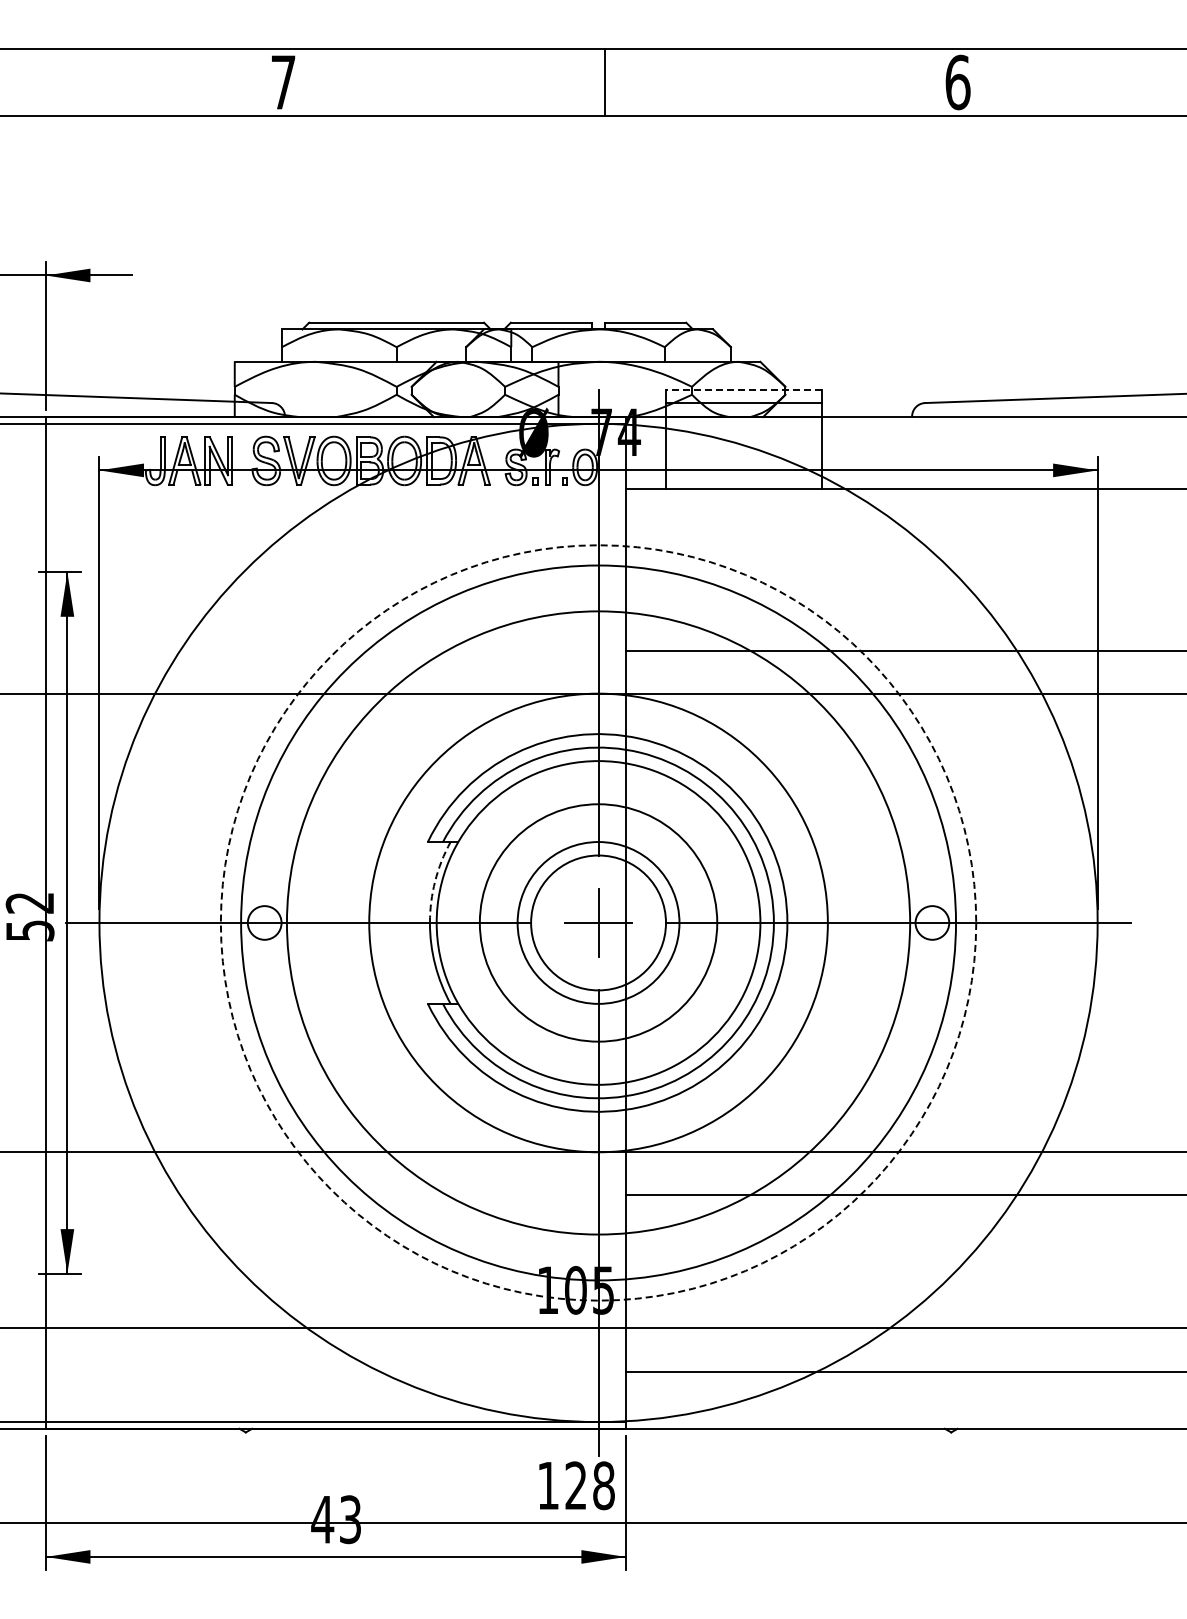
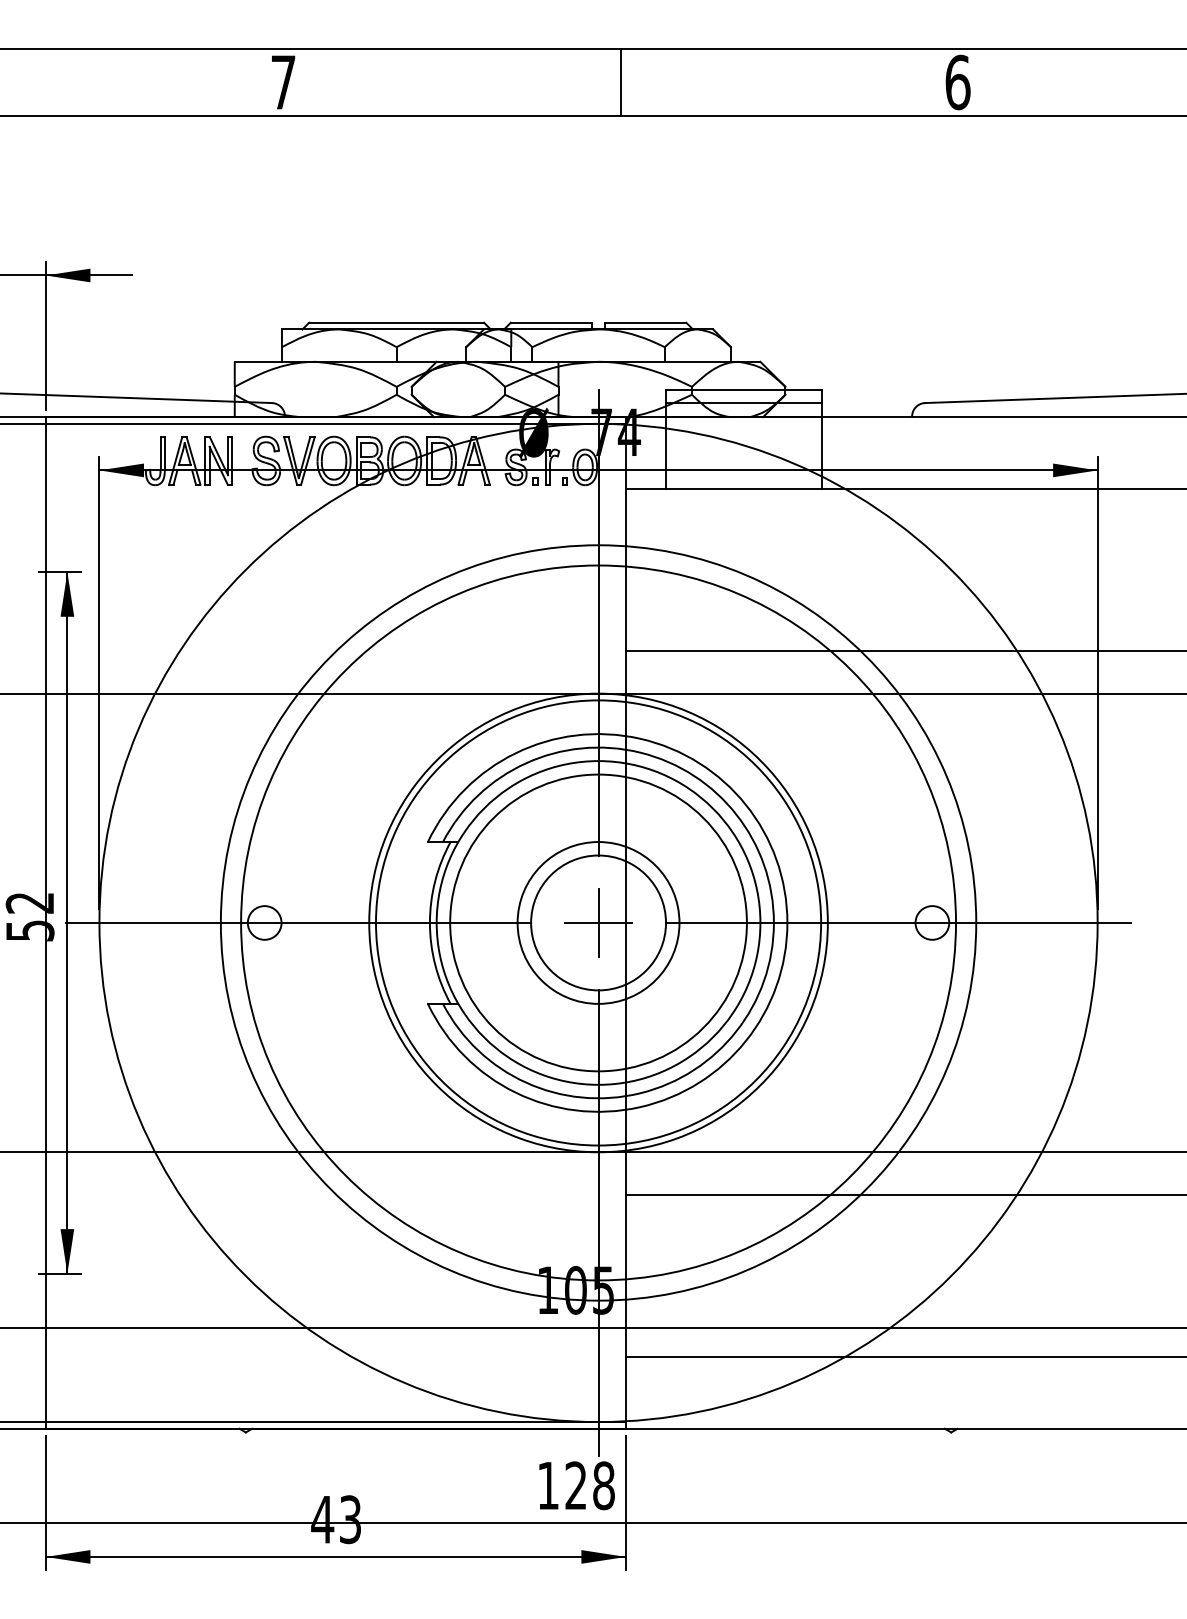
line at (605, 82) position: (605, 82) -> (621, 82)
line at (743, 389): dashed -> solid
arc at (435, 881): dashed -> solid
circle at (598, 922) diameter: 237 px -> 297 px
circle at (598, 922) diameter: 623 px -> 445 px
circle at (598, 922): dashed -> solid
line at (904, 1371) position: (904, 1371) -> (904, 1356)
